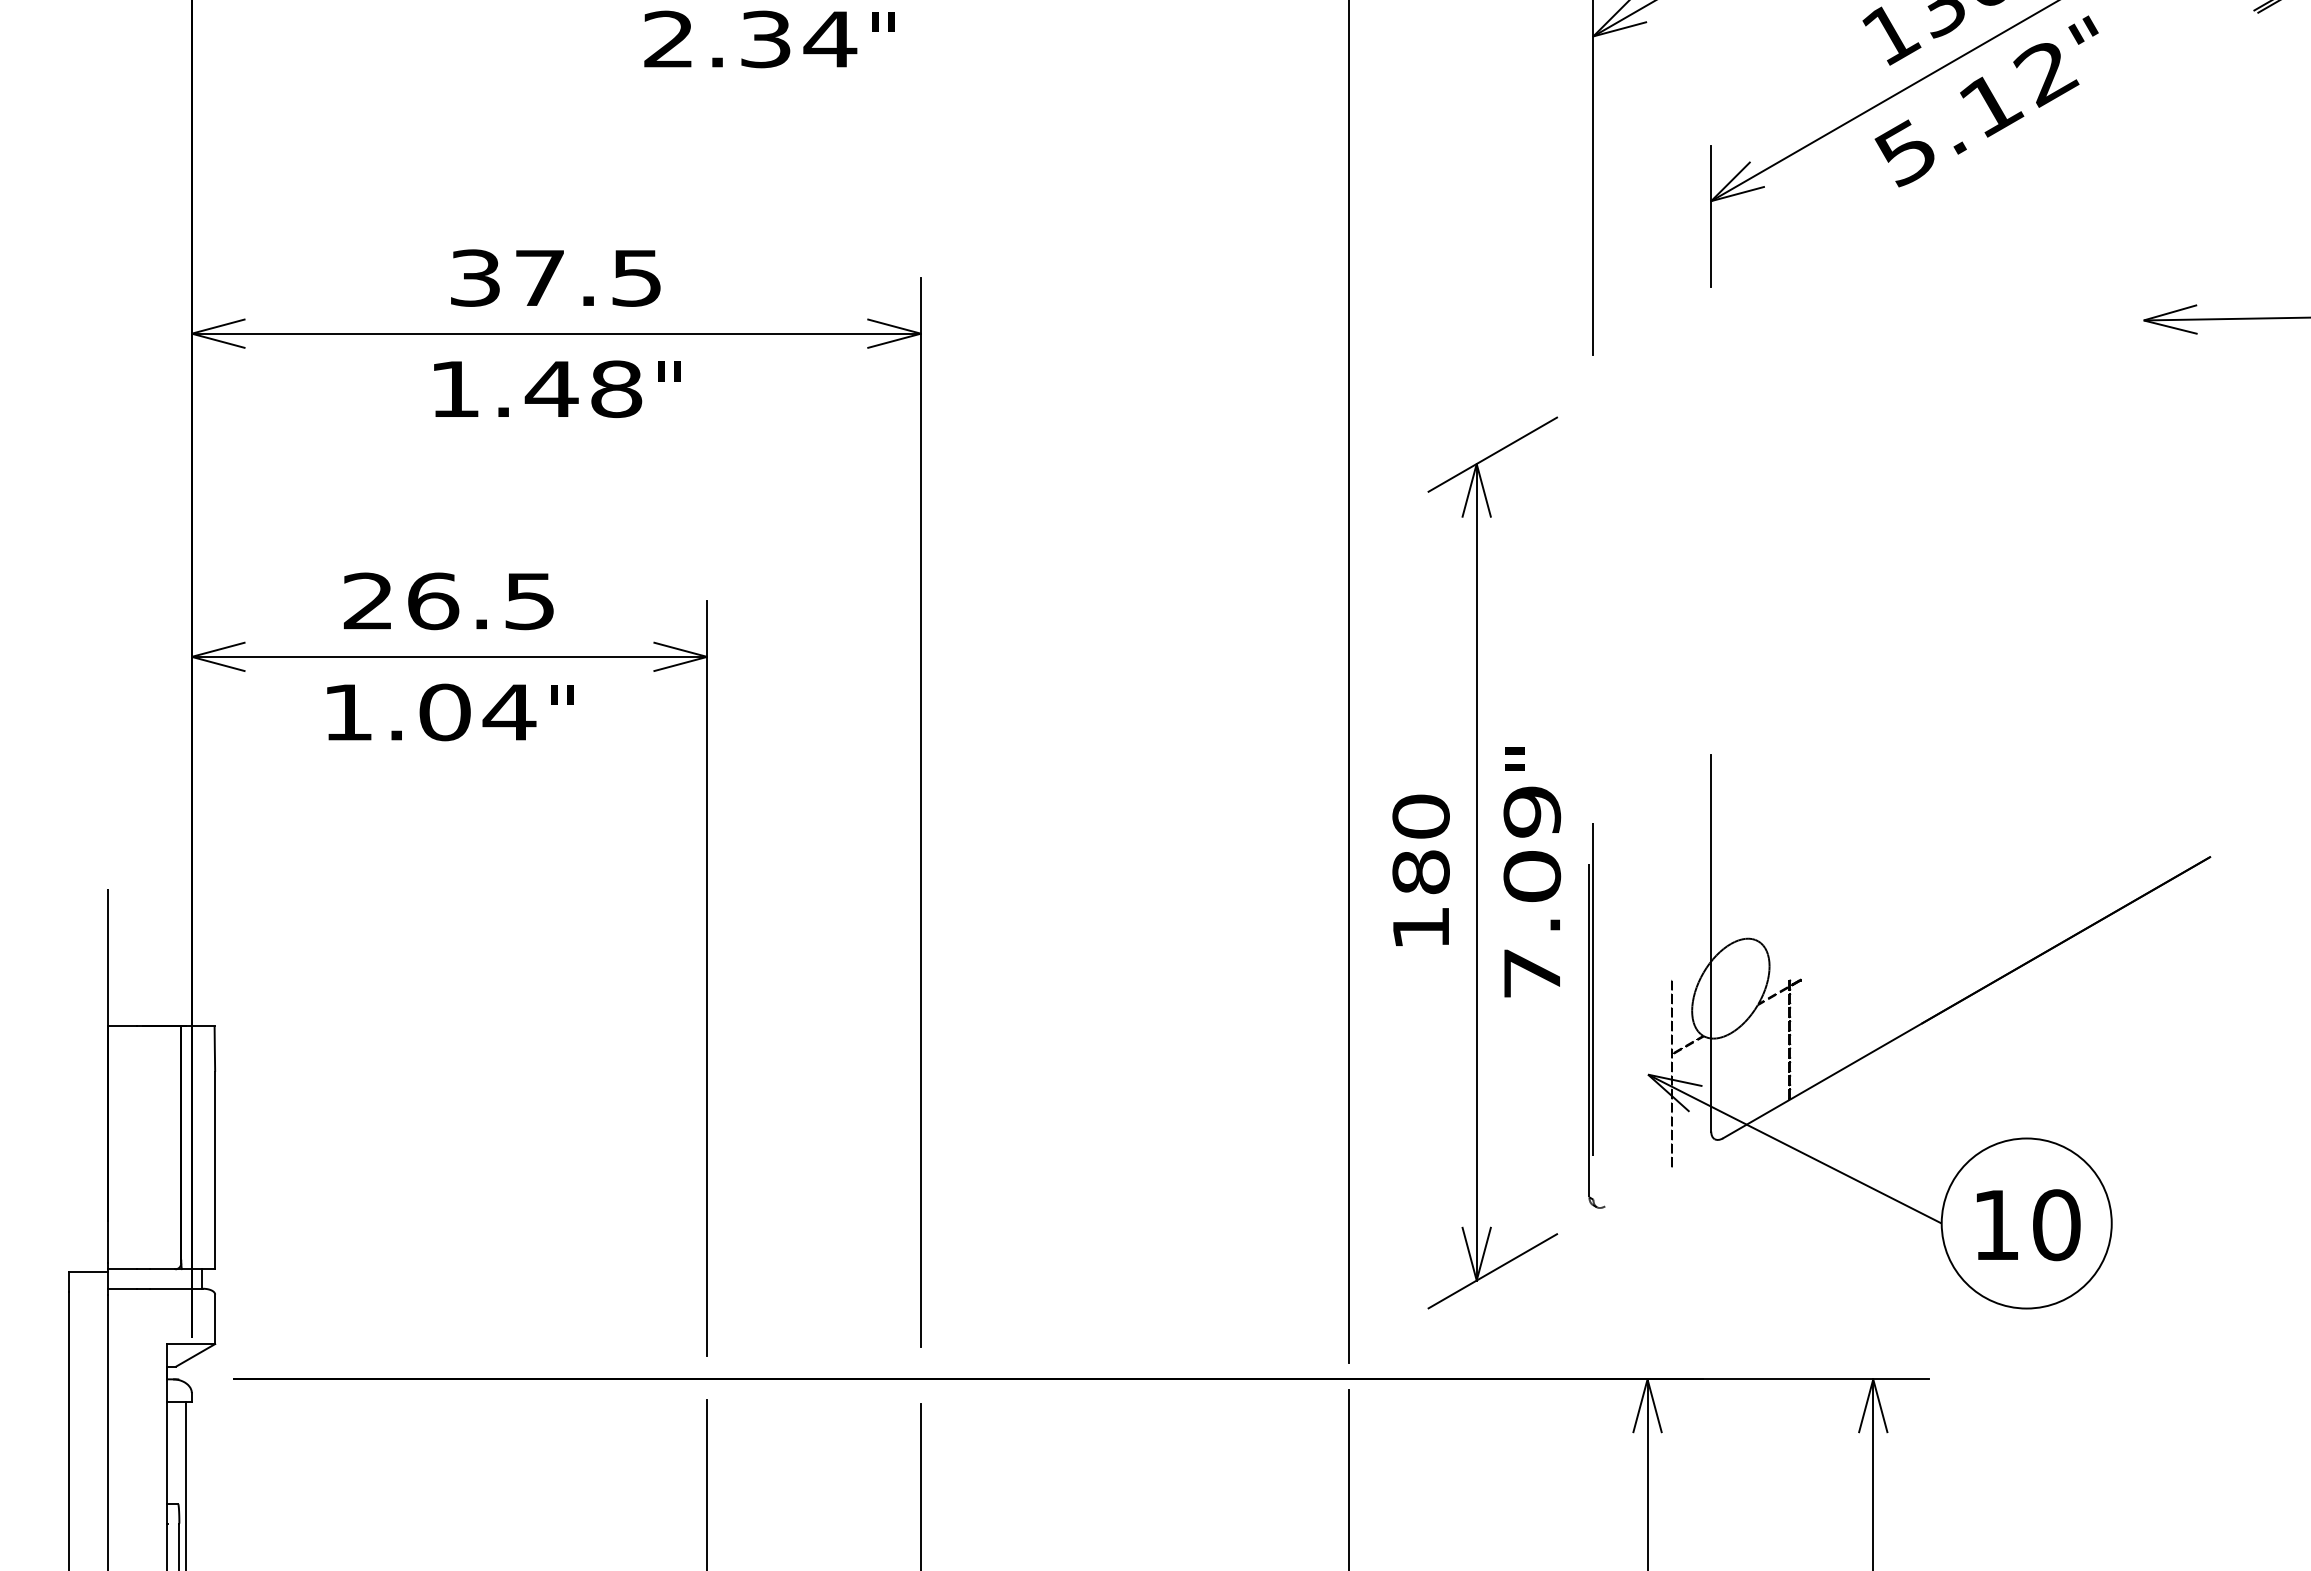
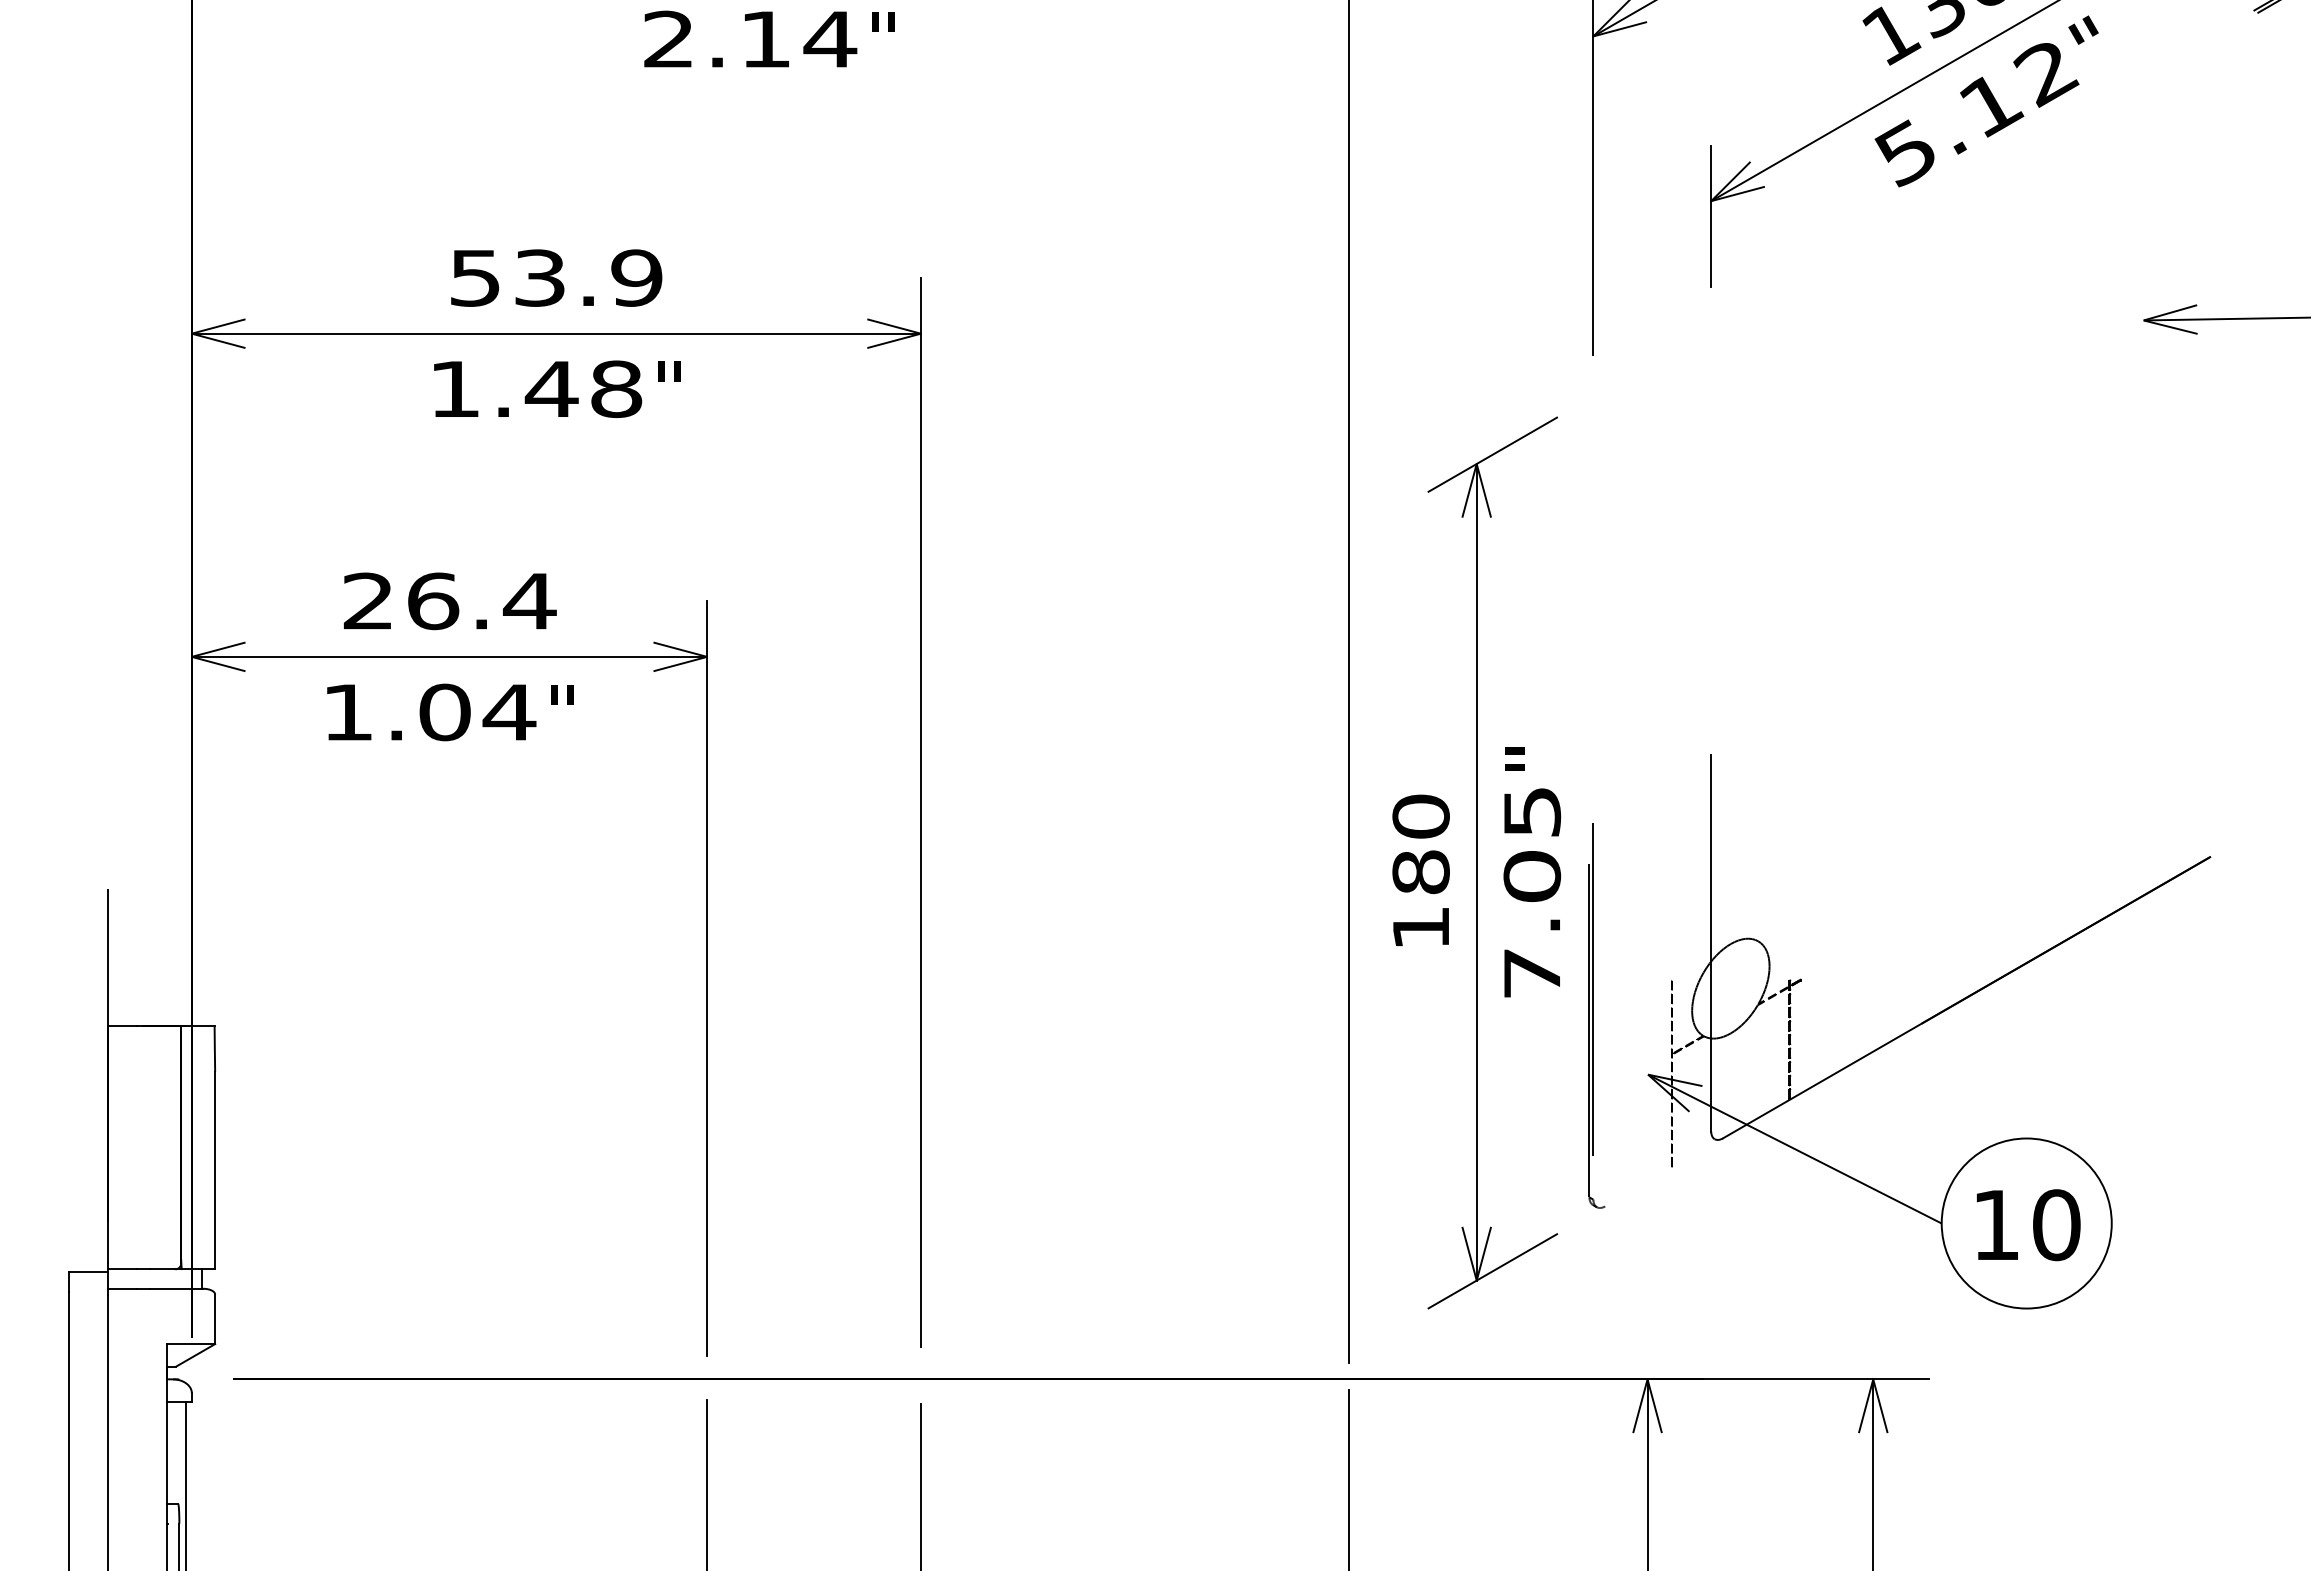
text at (765, 39): 2.34 -> 2.14
text at (556, 277): 37.5 -> 53.9
text at (529, 601): 26.5 -> 26.4
text at (1531, 811): 7.09 -> 7.05
